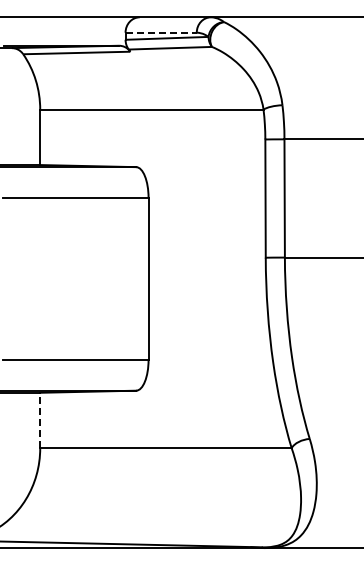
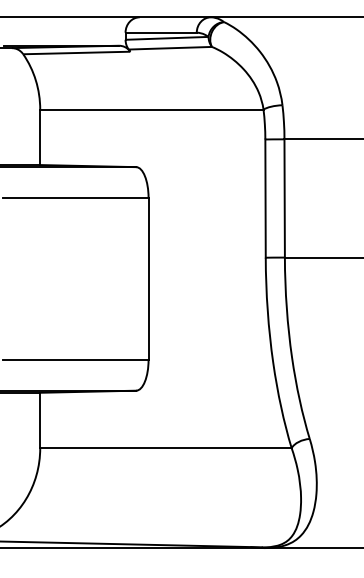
line at (161, 32): dashed -> solid
line at (40, 420): dashed -> solid
